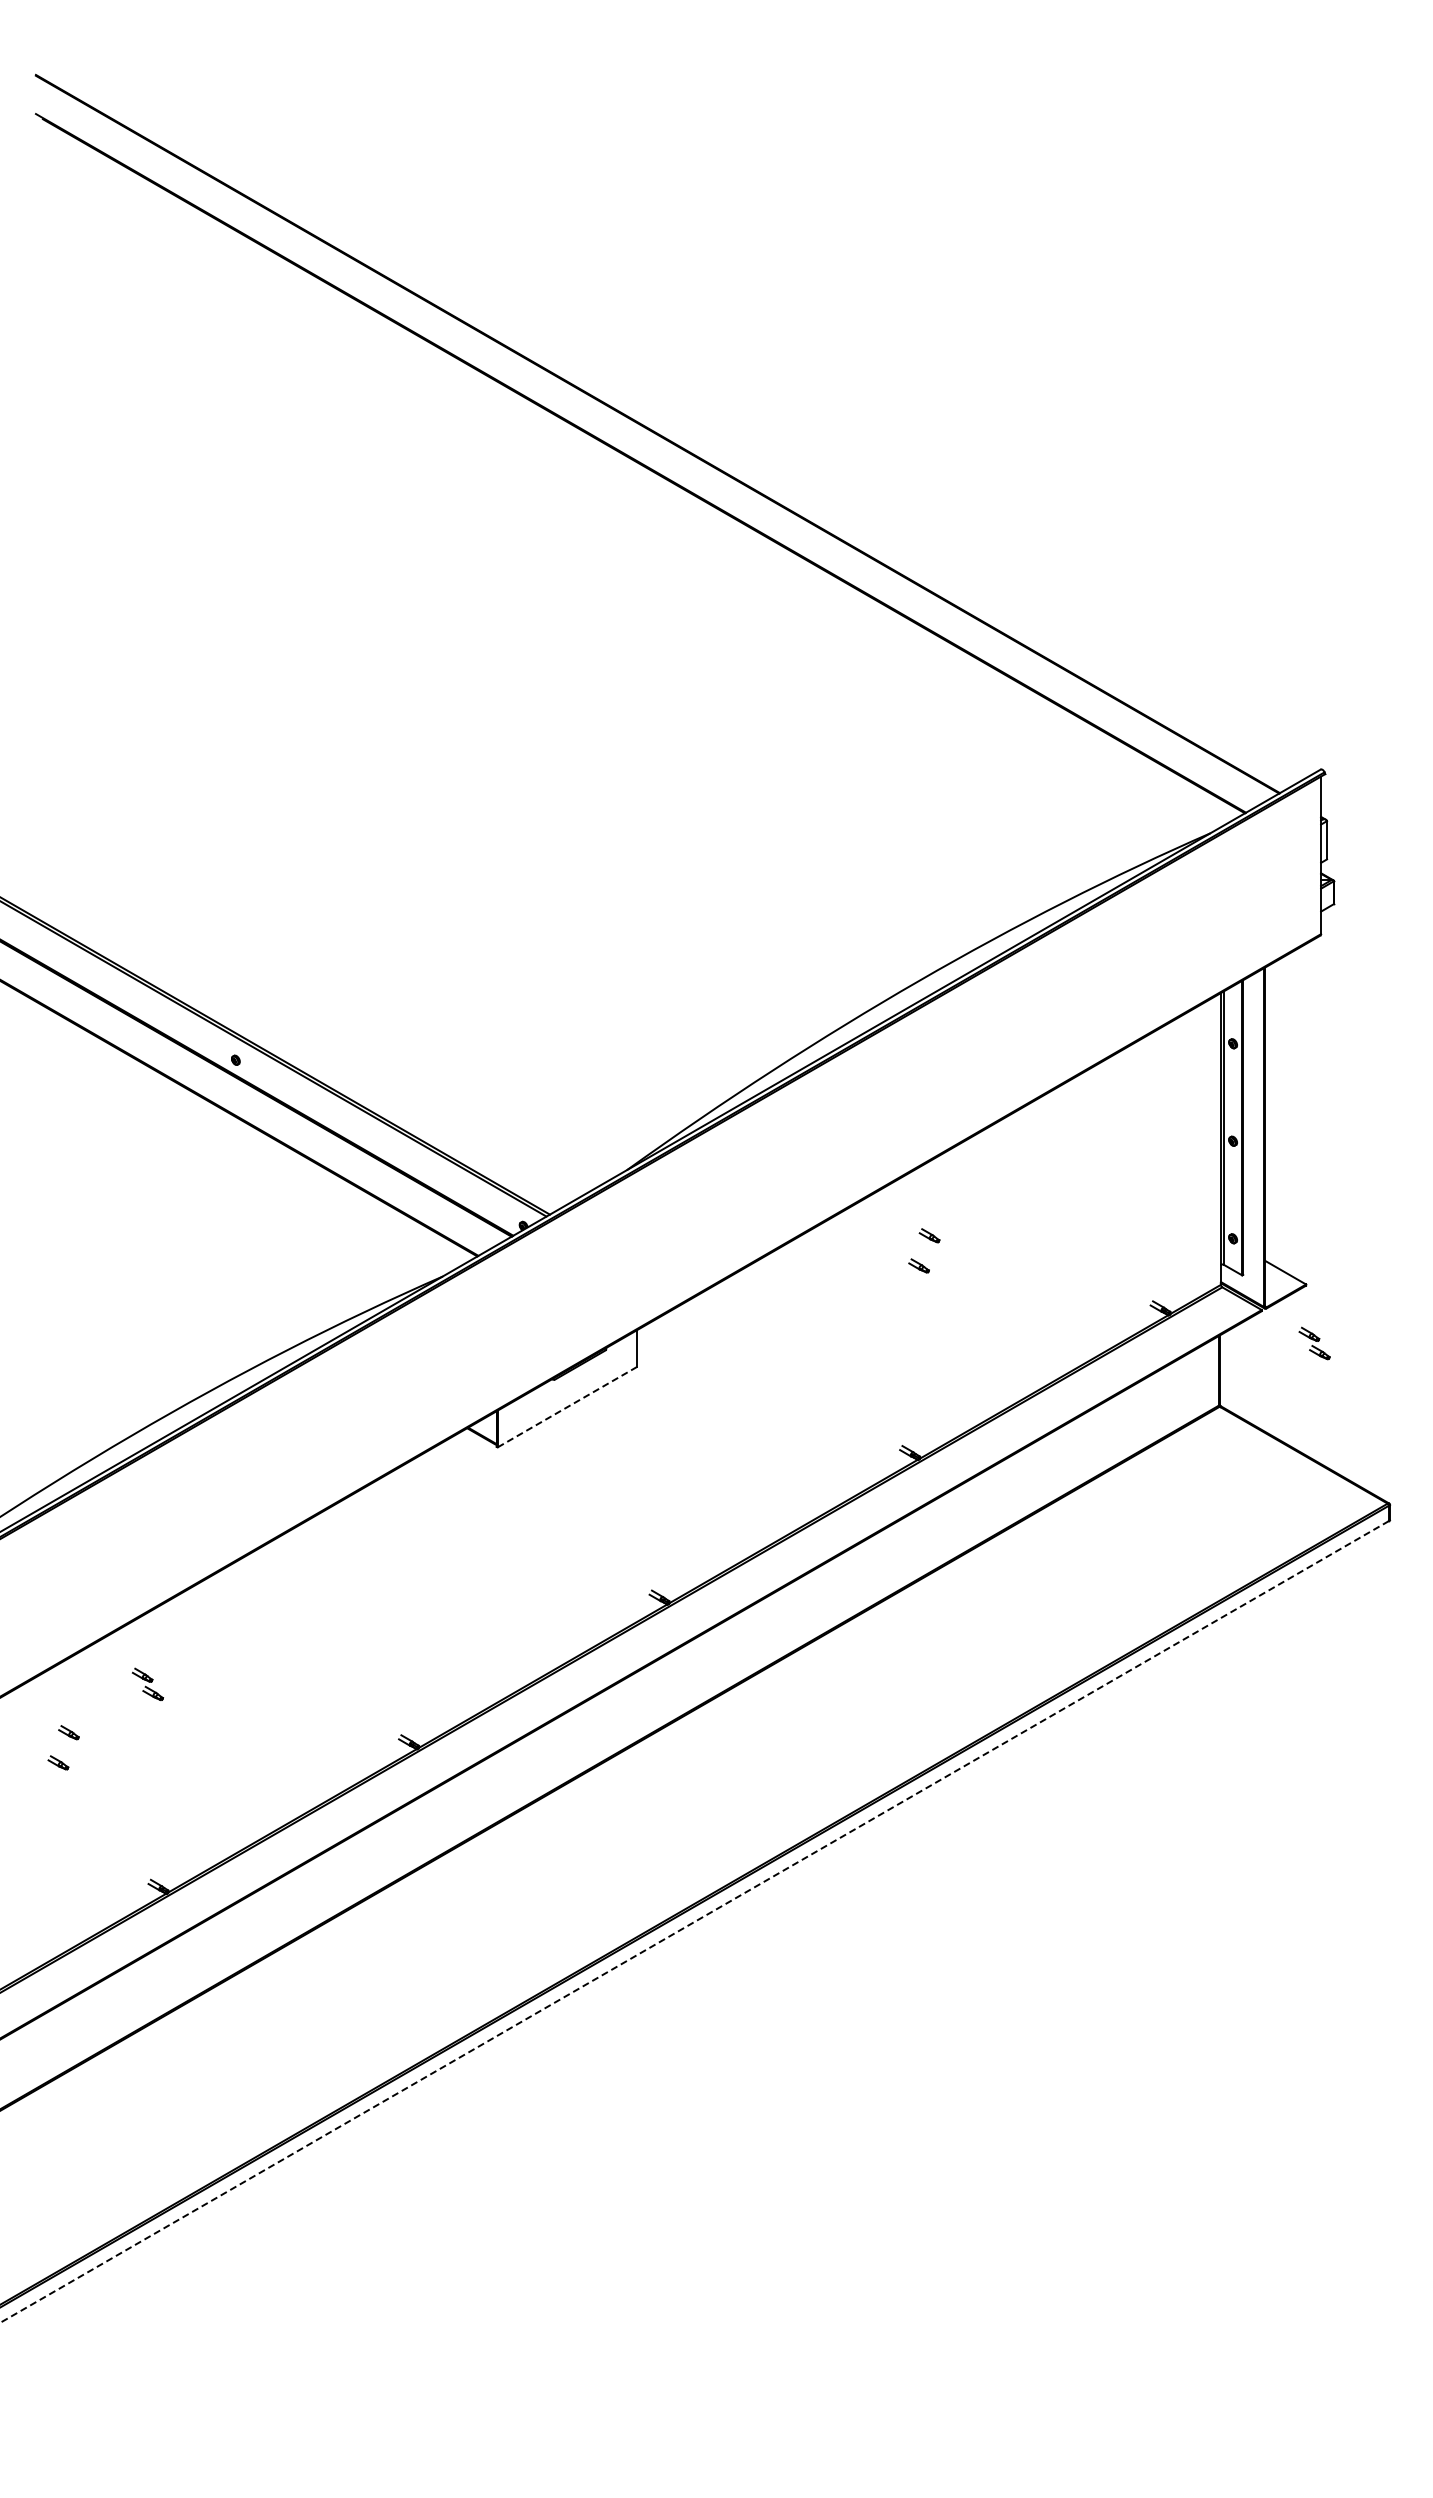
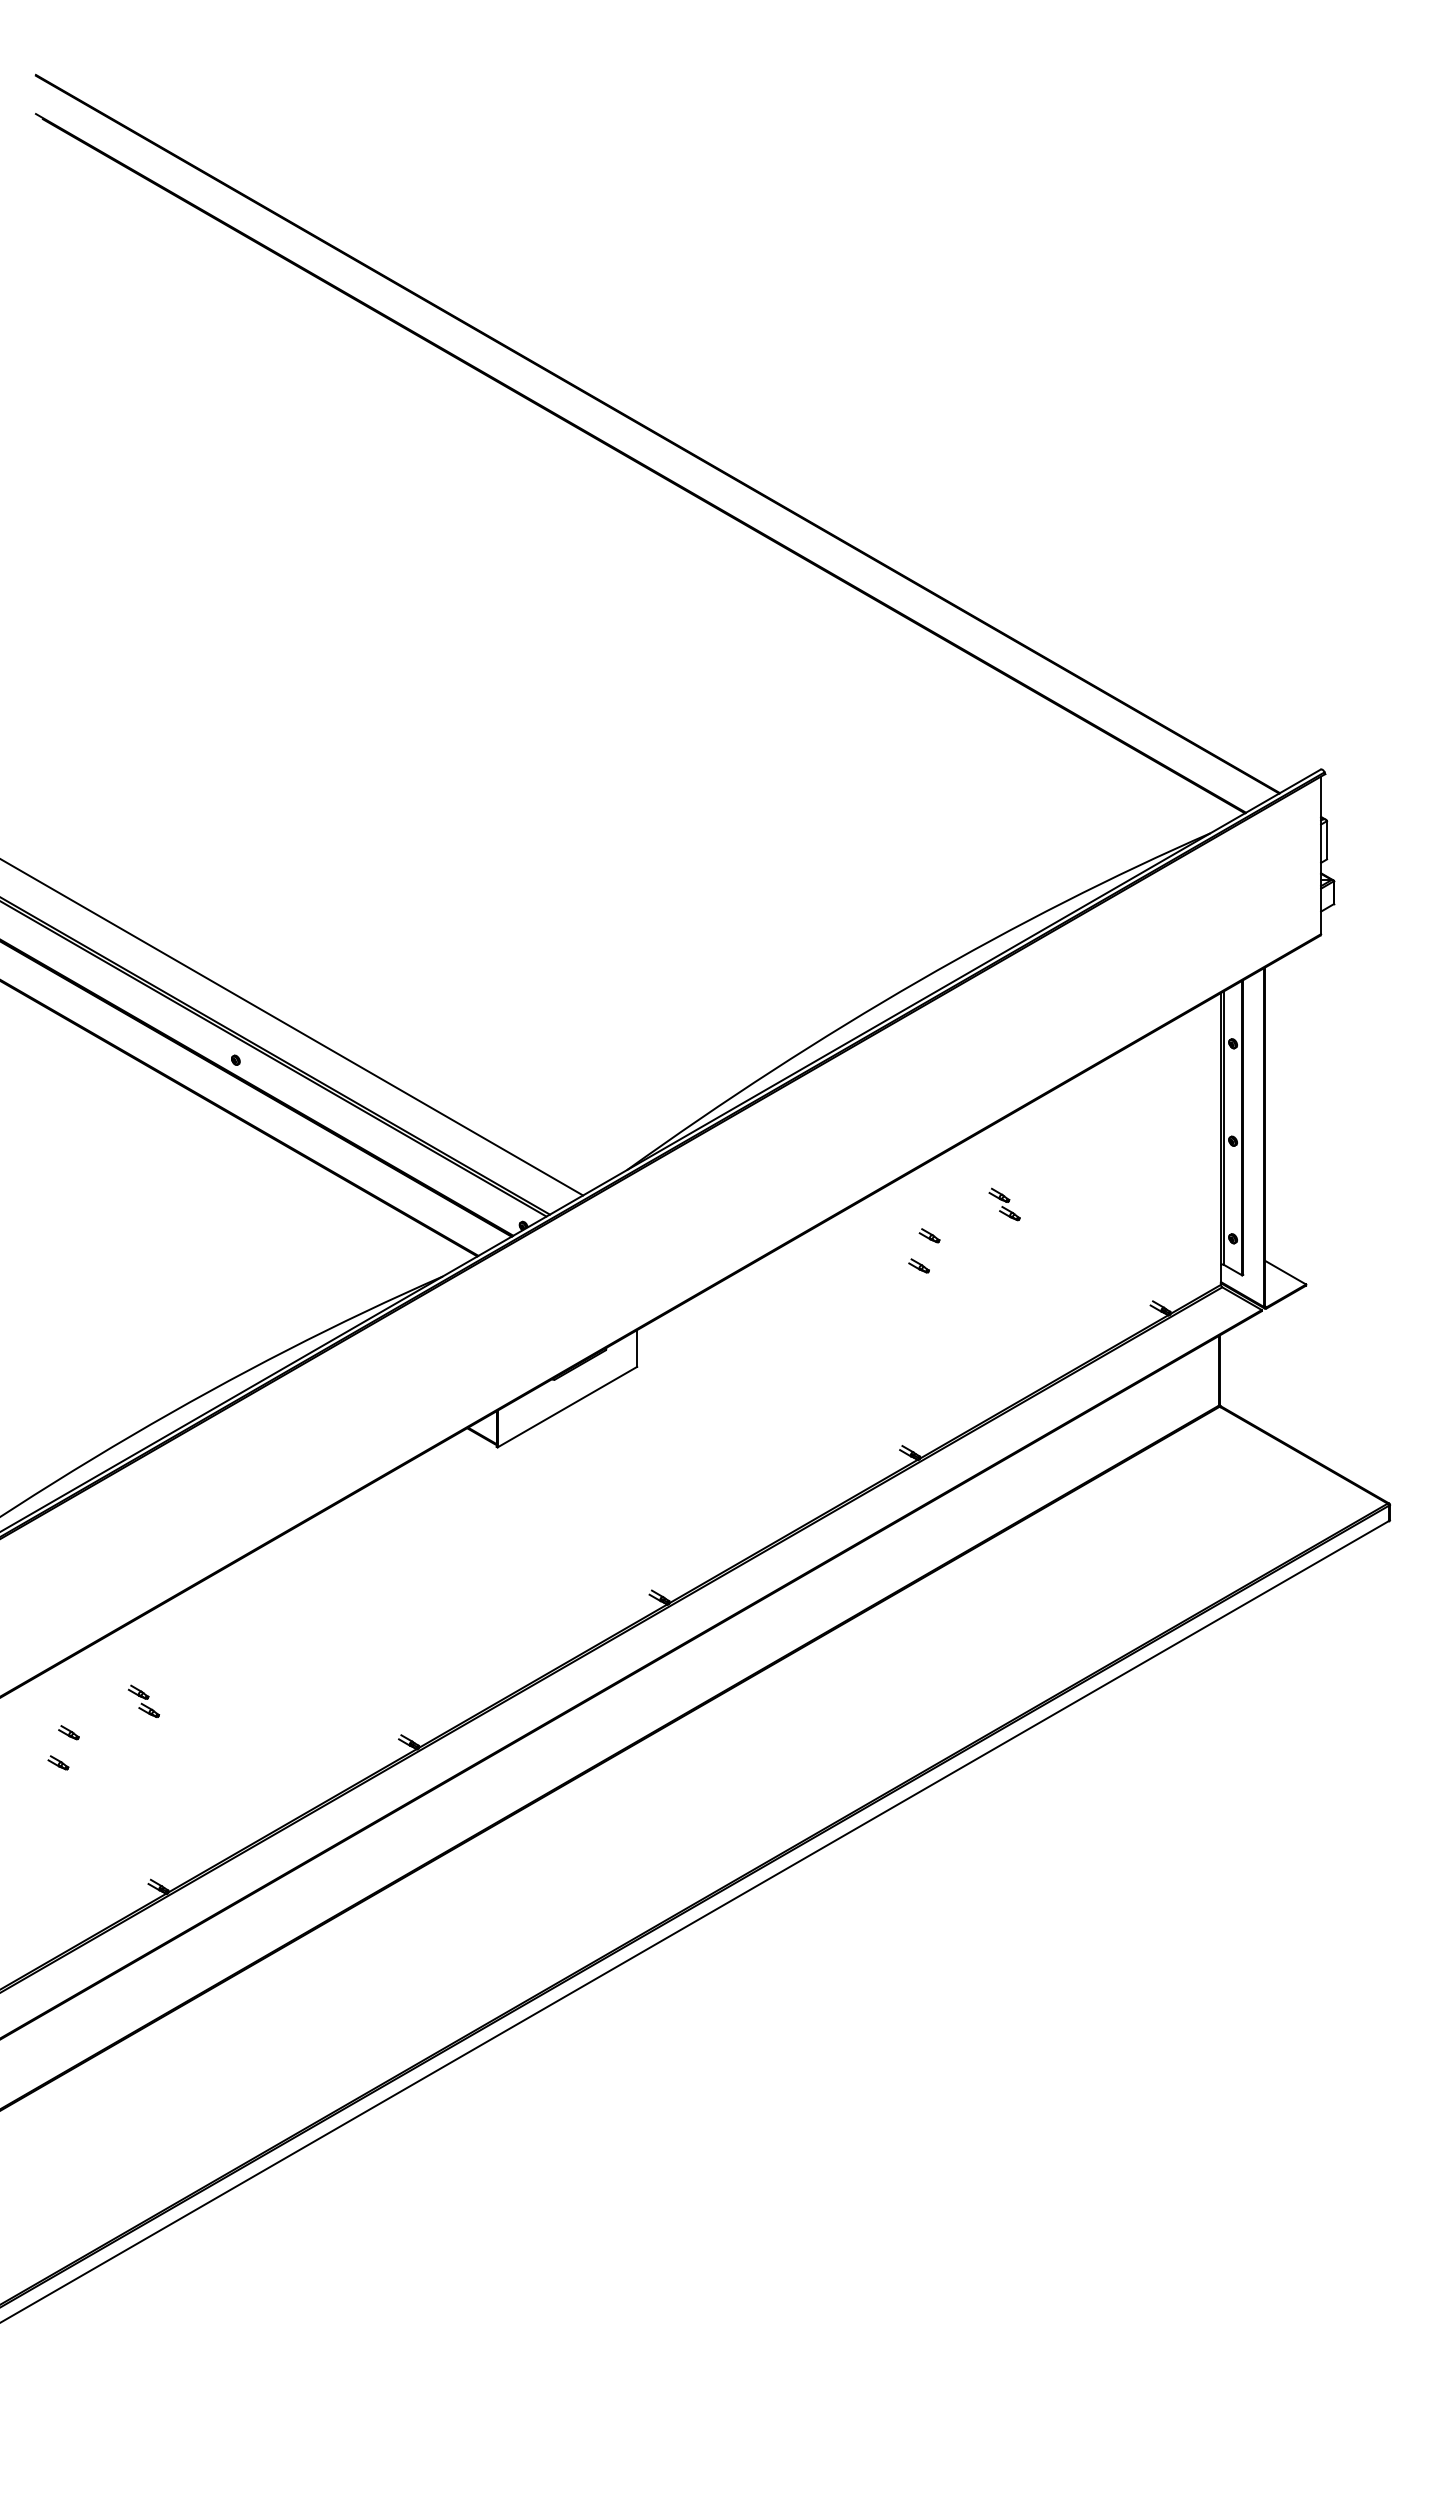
line at (292, 1027): none -> present
part at (1314, 1343) position: (1314, 1343) -> (1004, 1204)
line at (567, 1407): dashed -> solid
part at (147, 1683) position: (147, 1683) -> (143, 1700)
line at (694, 1921): dashed -> solid
